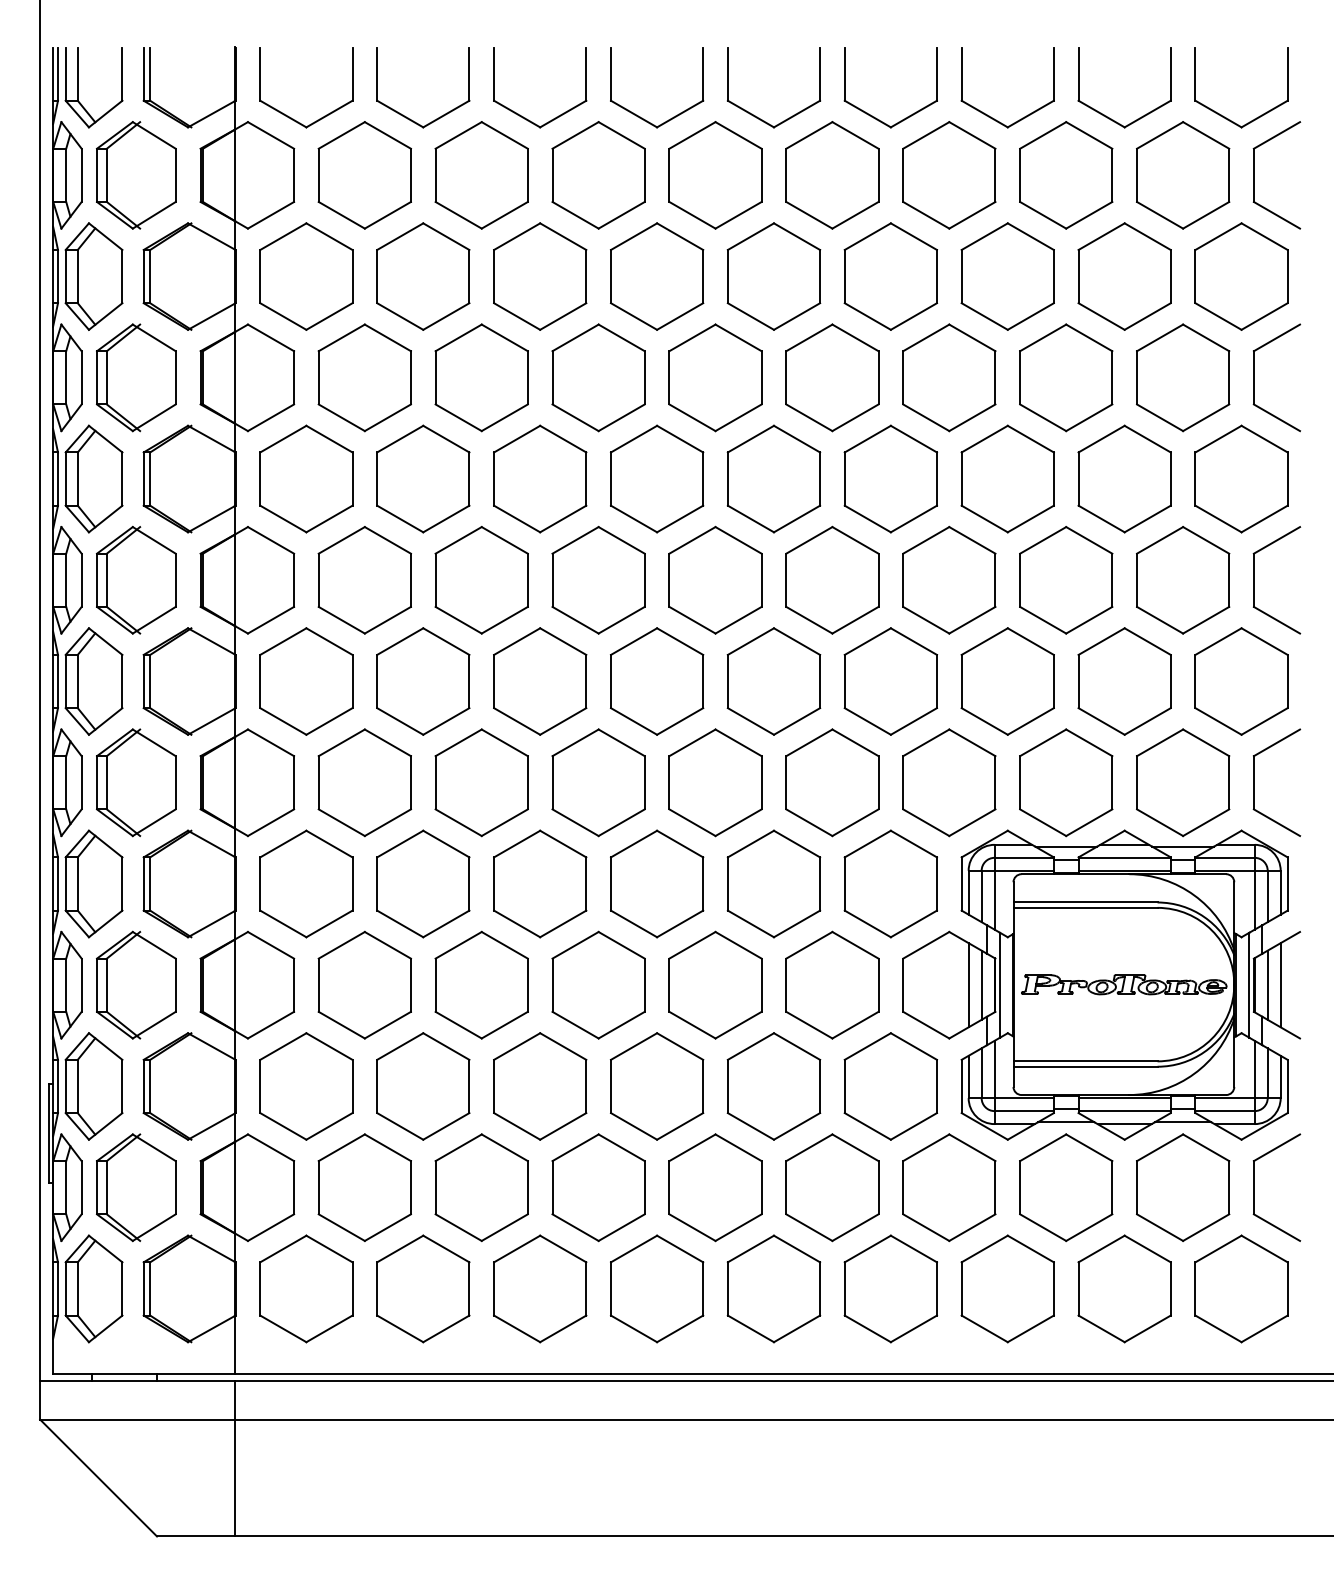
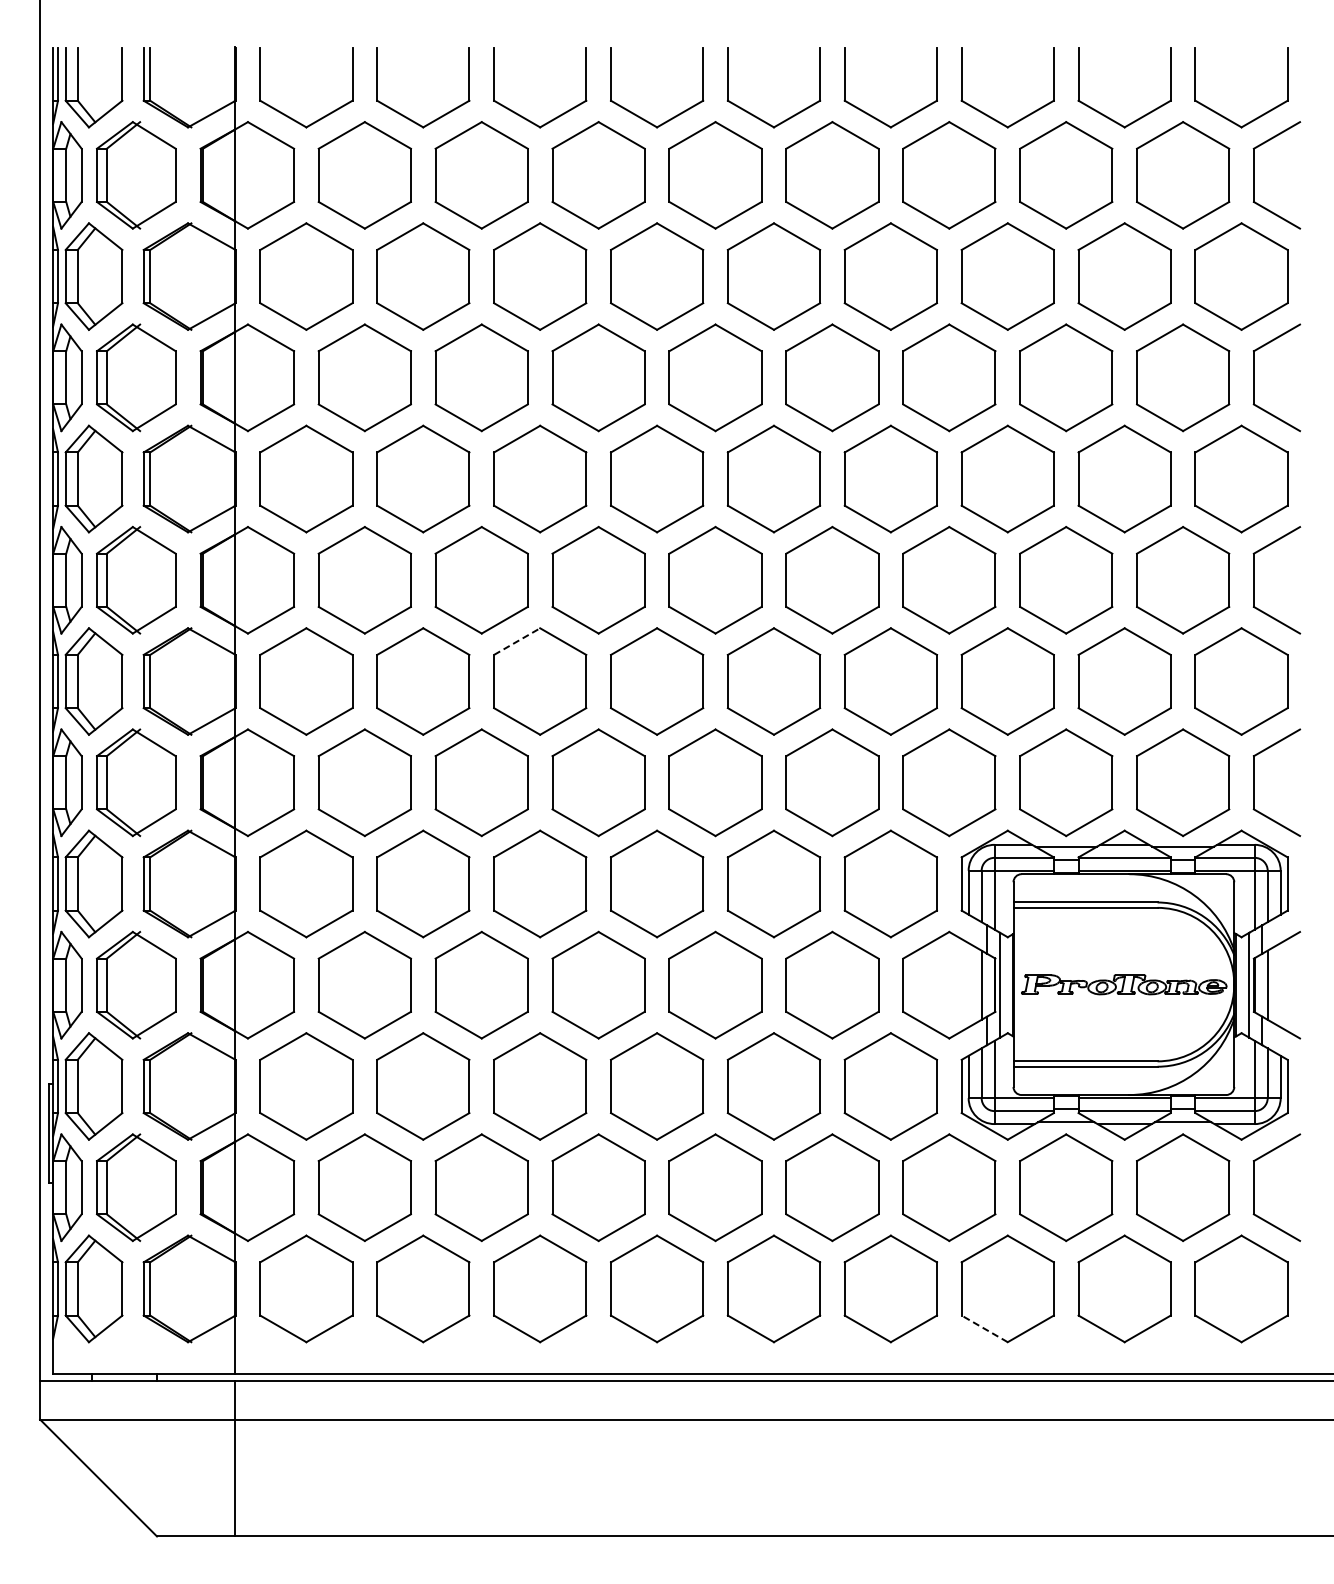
line at (517, 641): solid -> dashed
line at (968, 985): present -> none
line at (1280, 985): present -> none
line at (984, 1328): solid -> dashed
